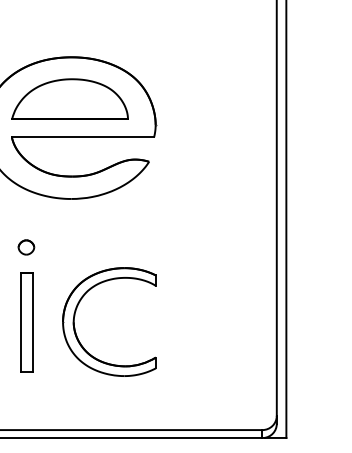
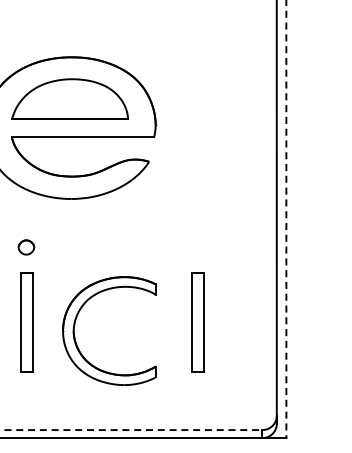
line at (286, 219): solid -> dashed
part at (75, 316) position: (75, 316) -> (75, 325)
part at (197, 322): none -> present
line at (131, 430): solid -> dashed
